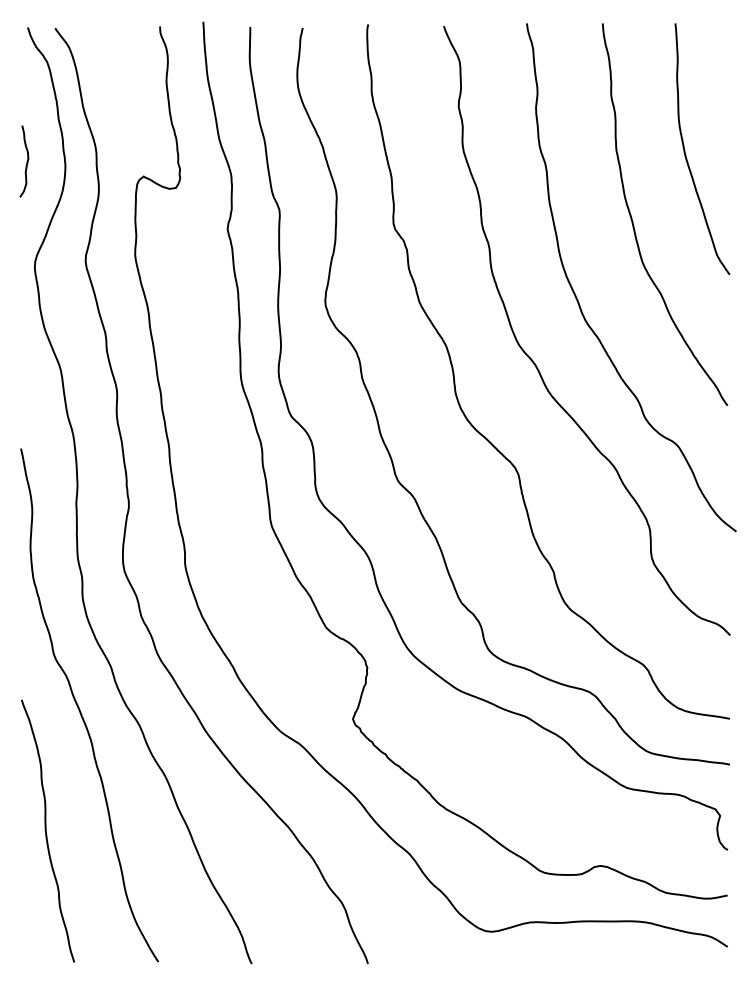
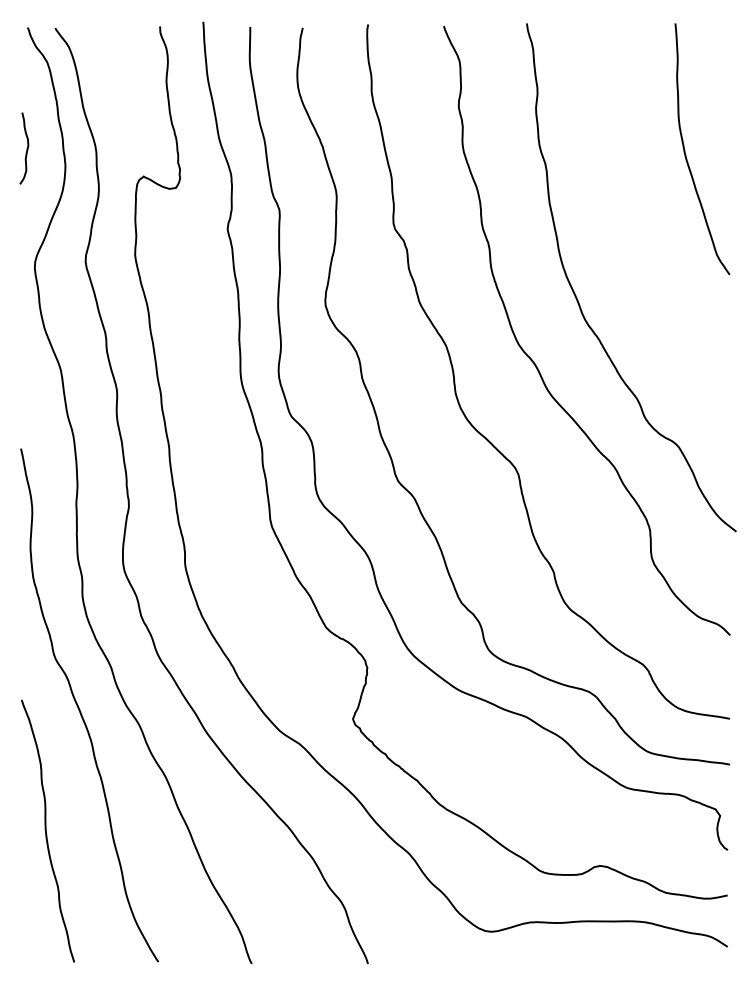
curve at (26, 161) position: (26, 161) -> (26, 148)
curve at (633, 221): present -> none
